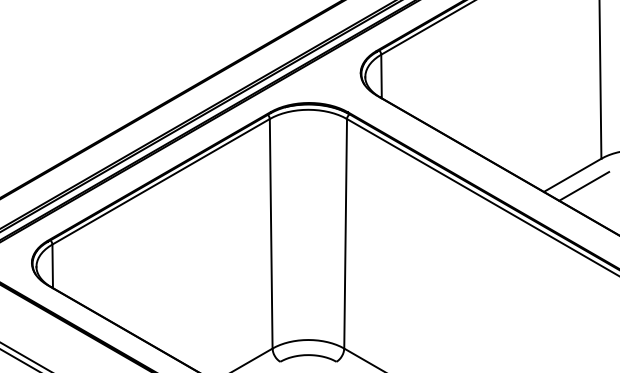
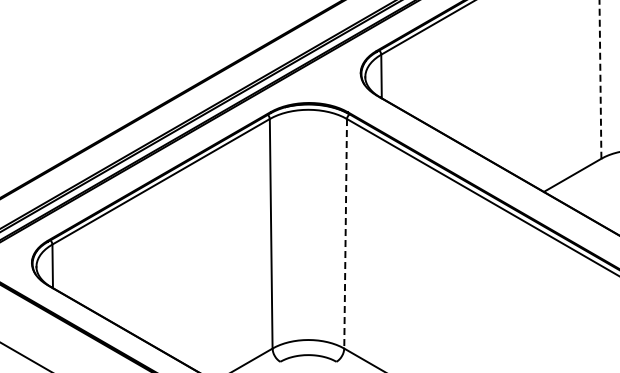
line at (600, 78): solid -> dashed
line at (584, 186): present -> none
line at (345, 233): solid -> dashed
line at (18, 359): present -> none
